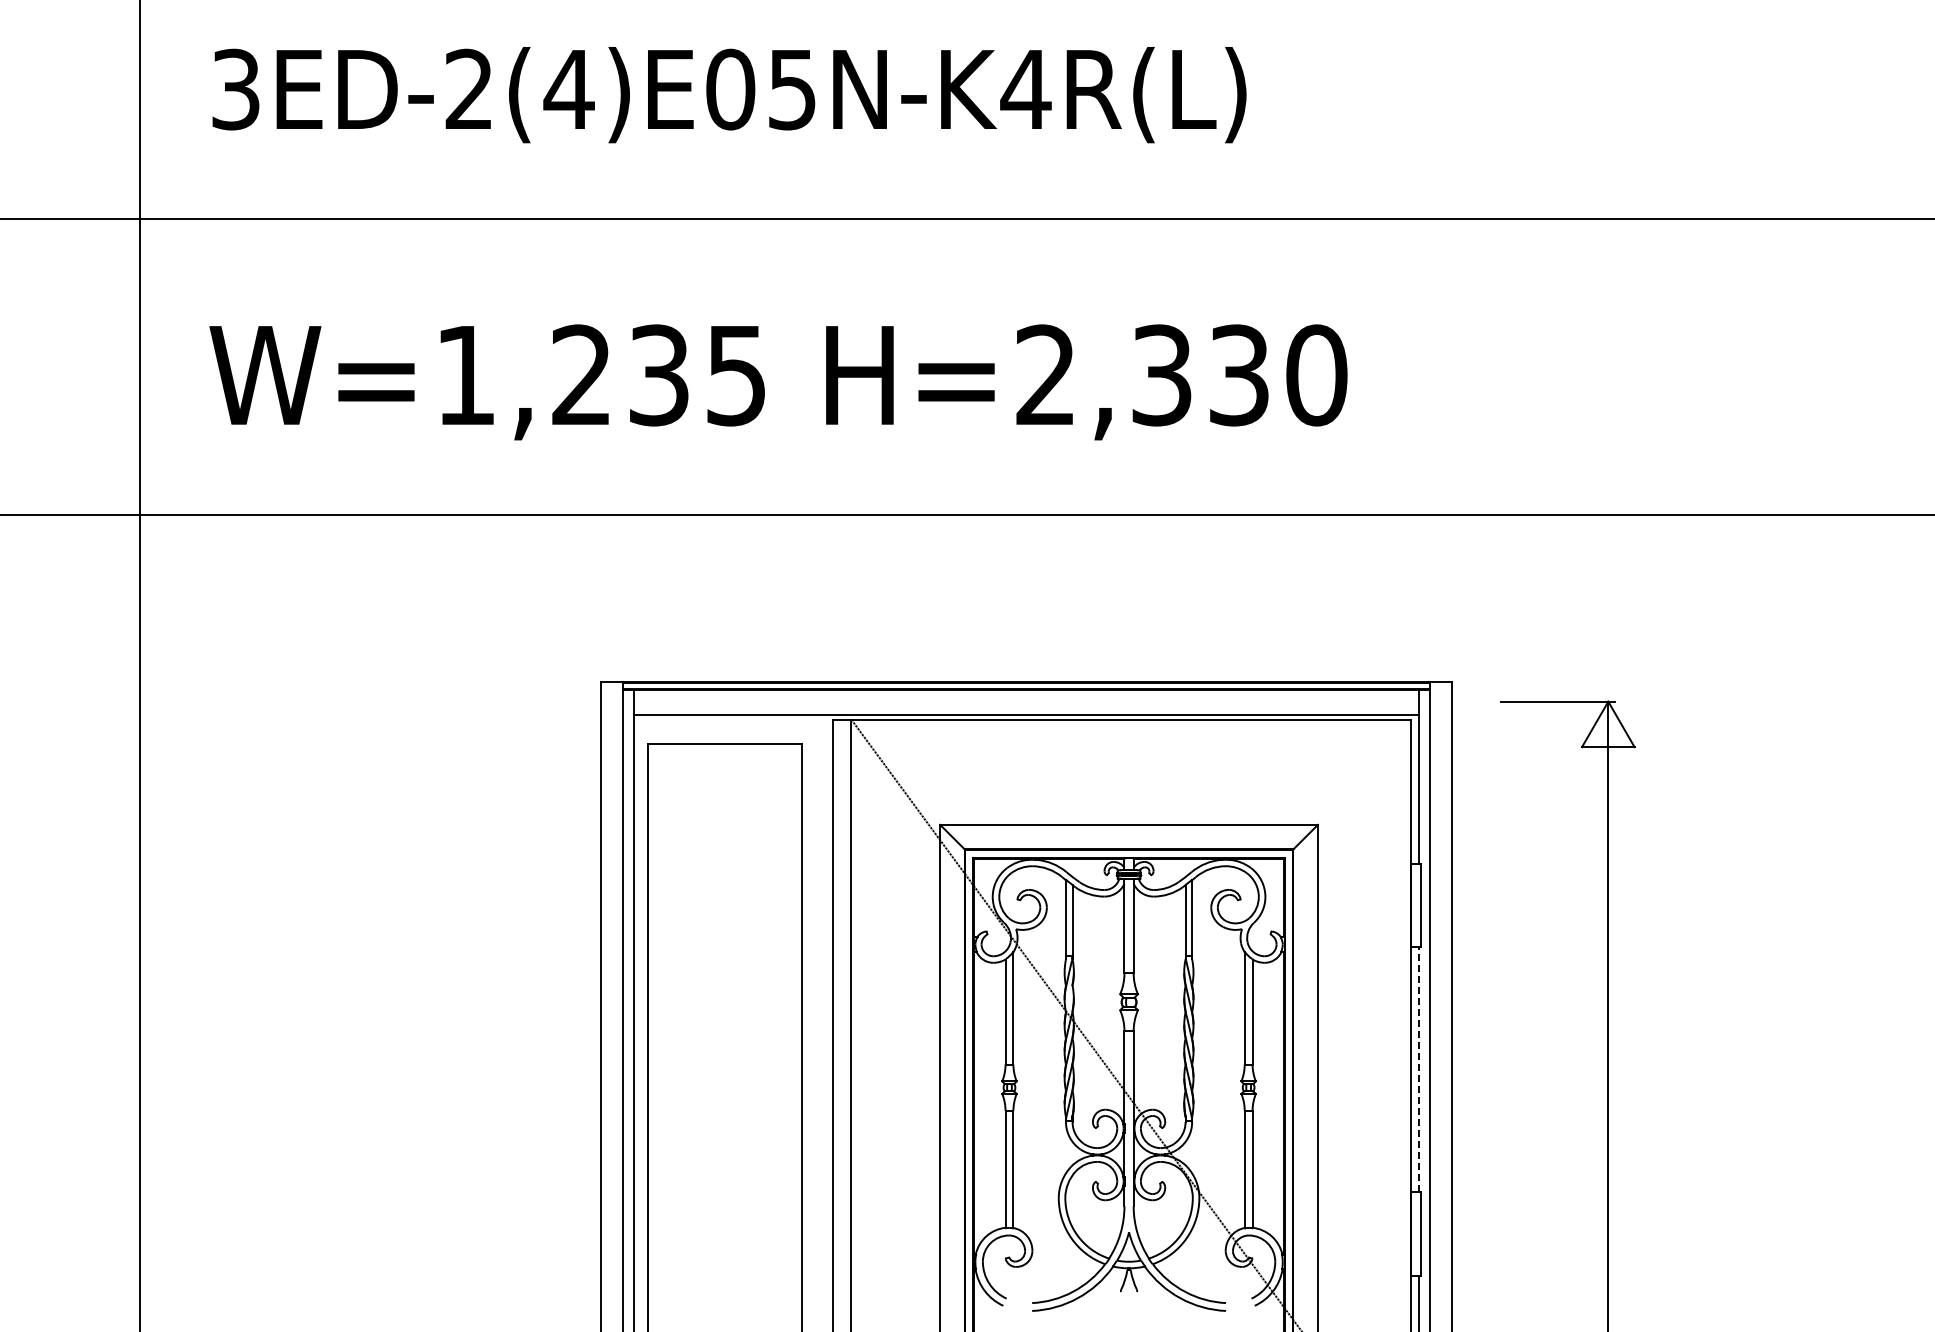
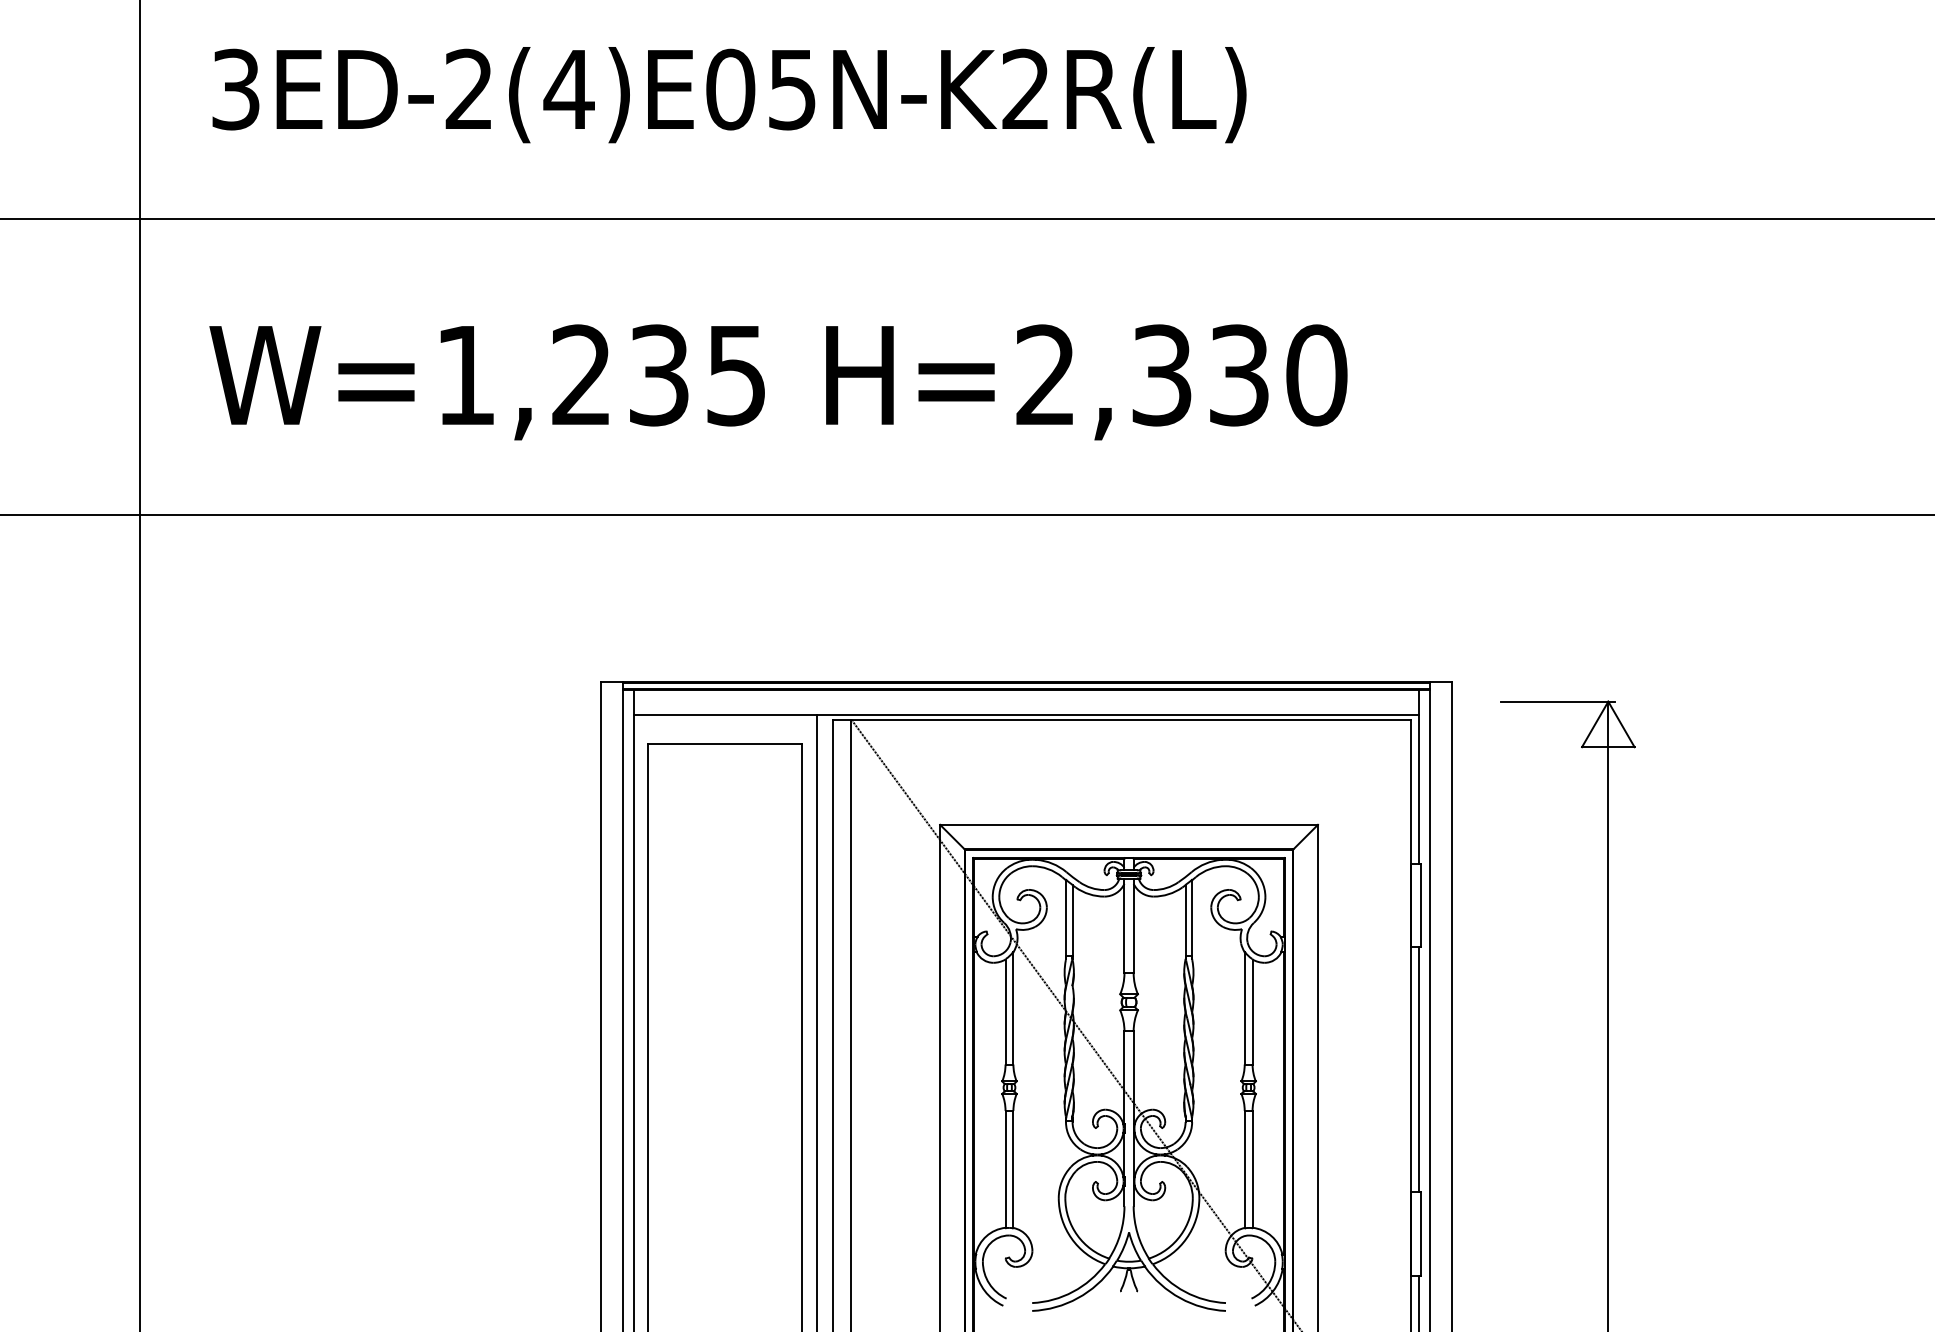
text at (1025, 88): 3ED-2(4)E05N-K4R(L) -> 3ED-2(4)E05N-K2R(L)
line at (816, 1021): none -> present
line at (1419, 1069): dashed -> solid
